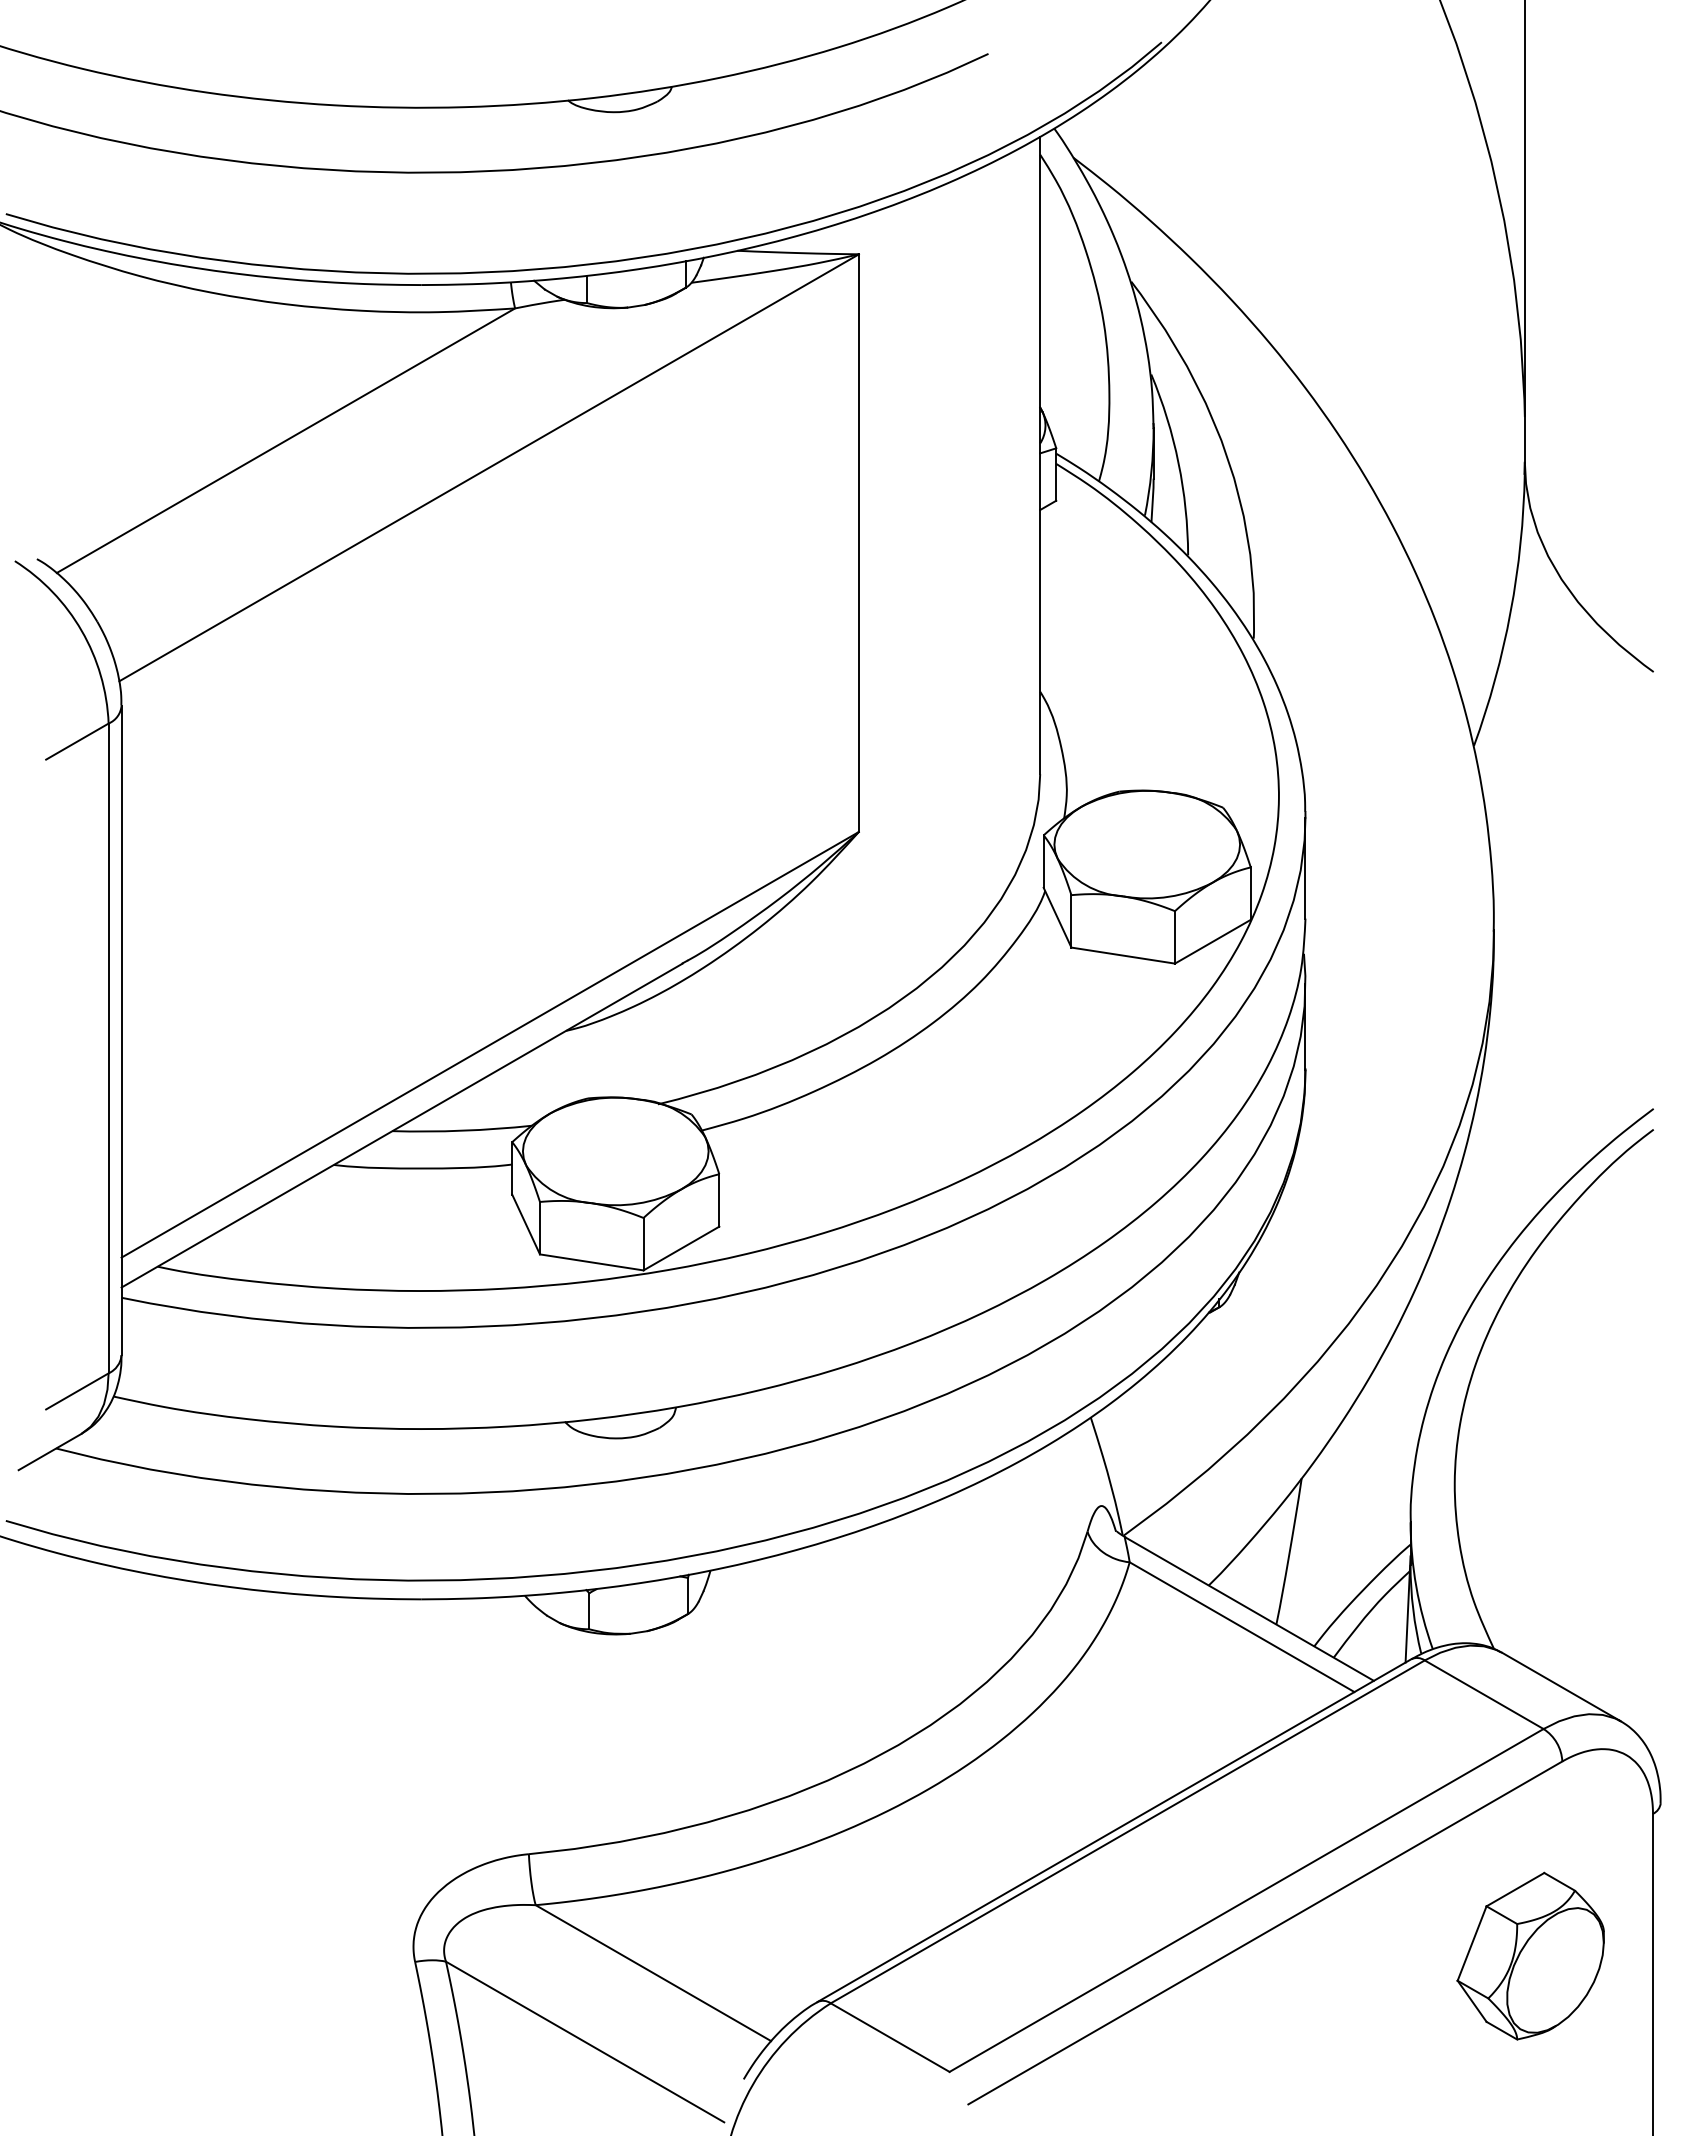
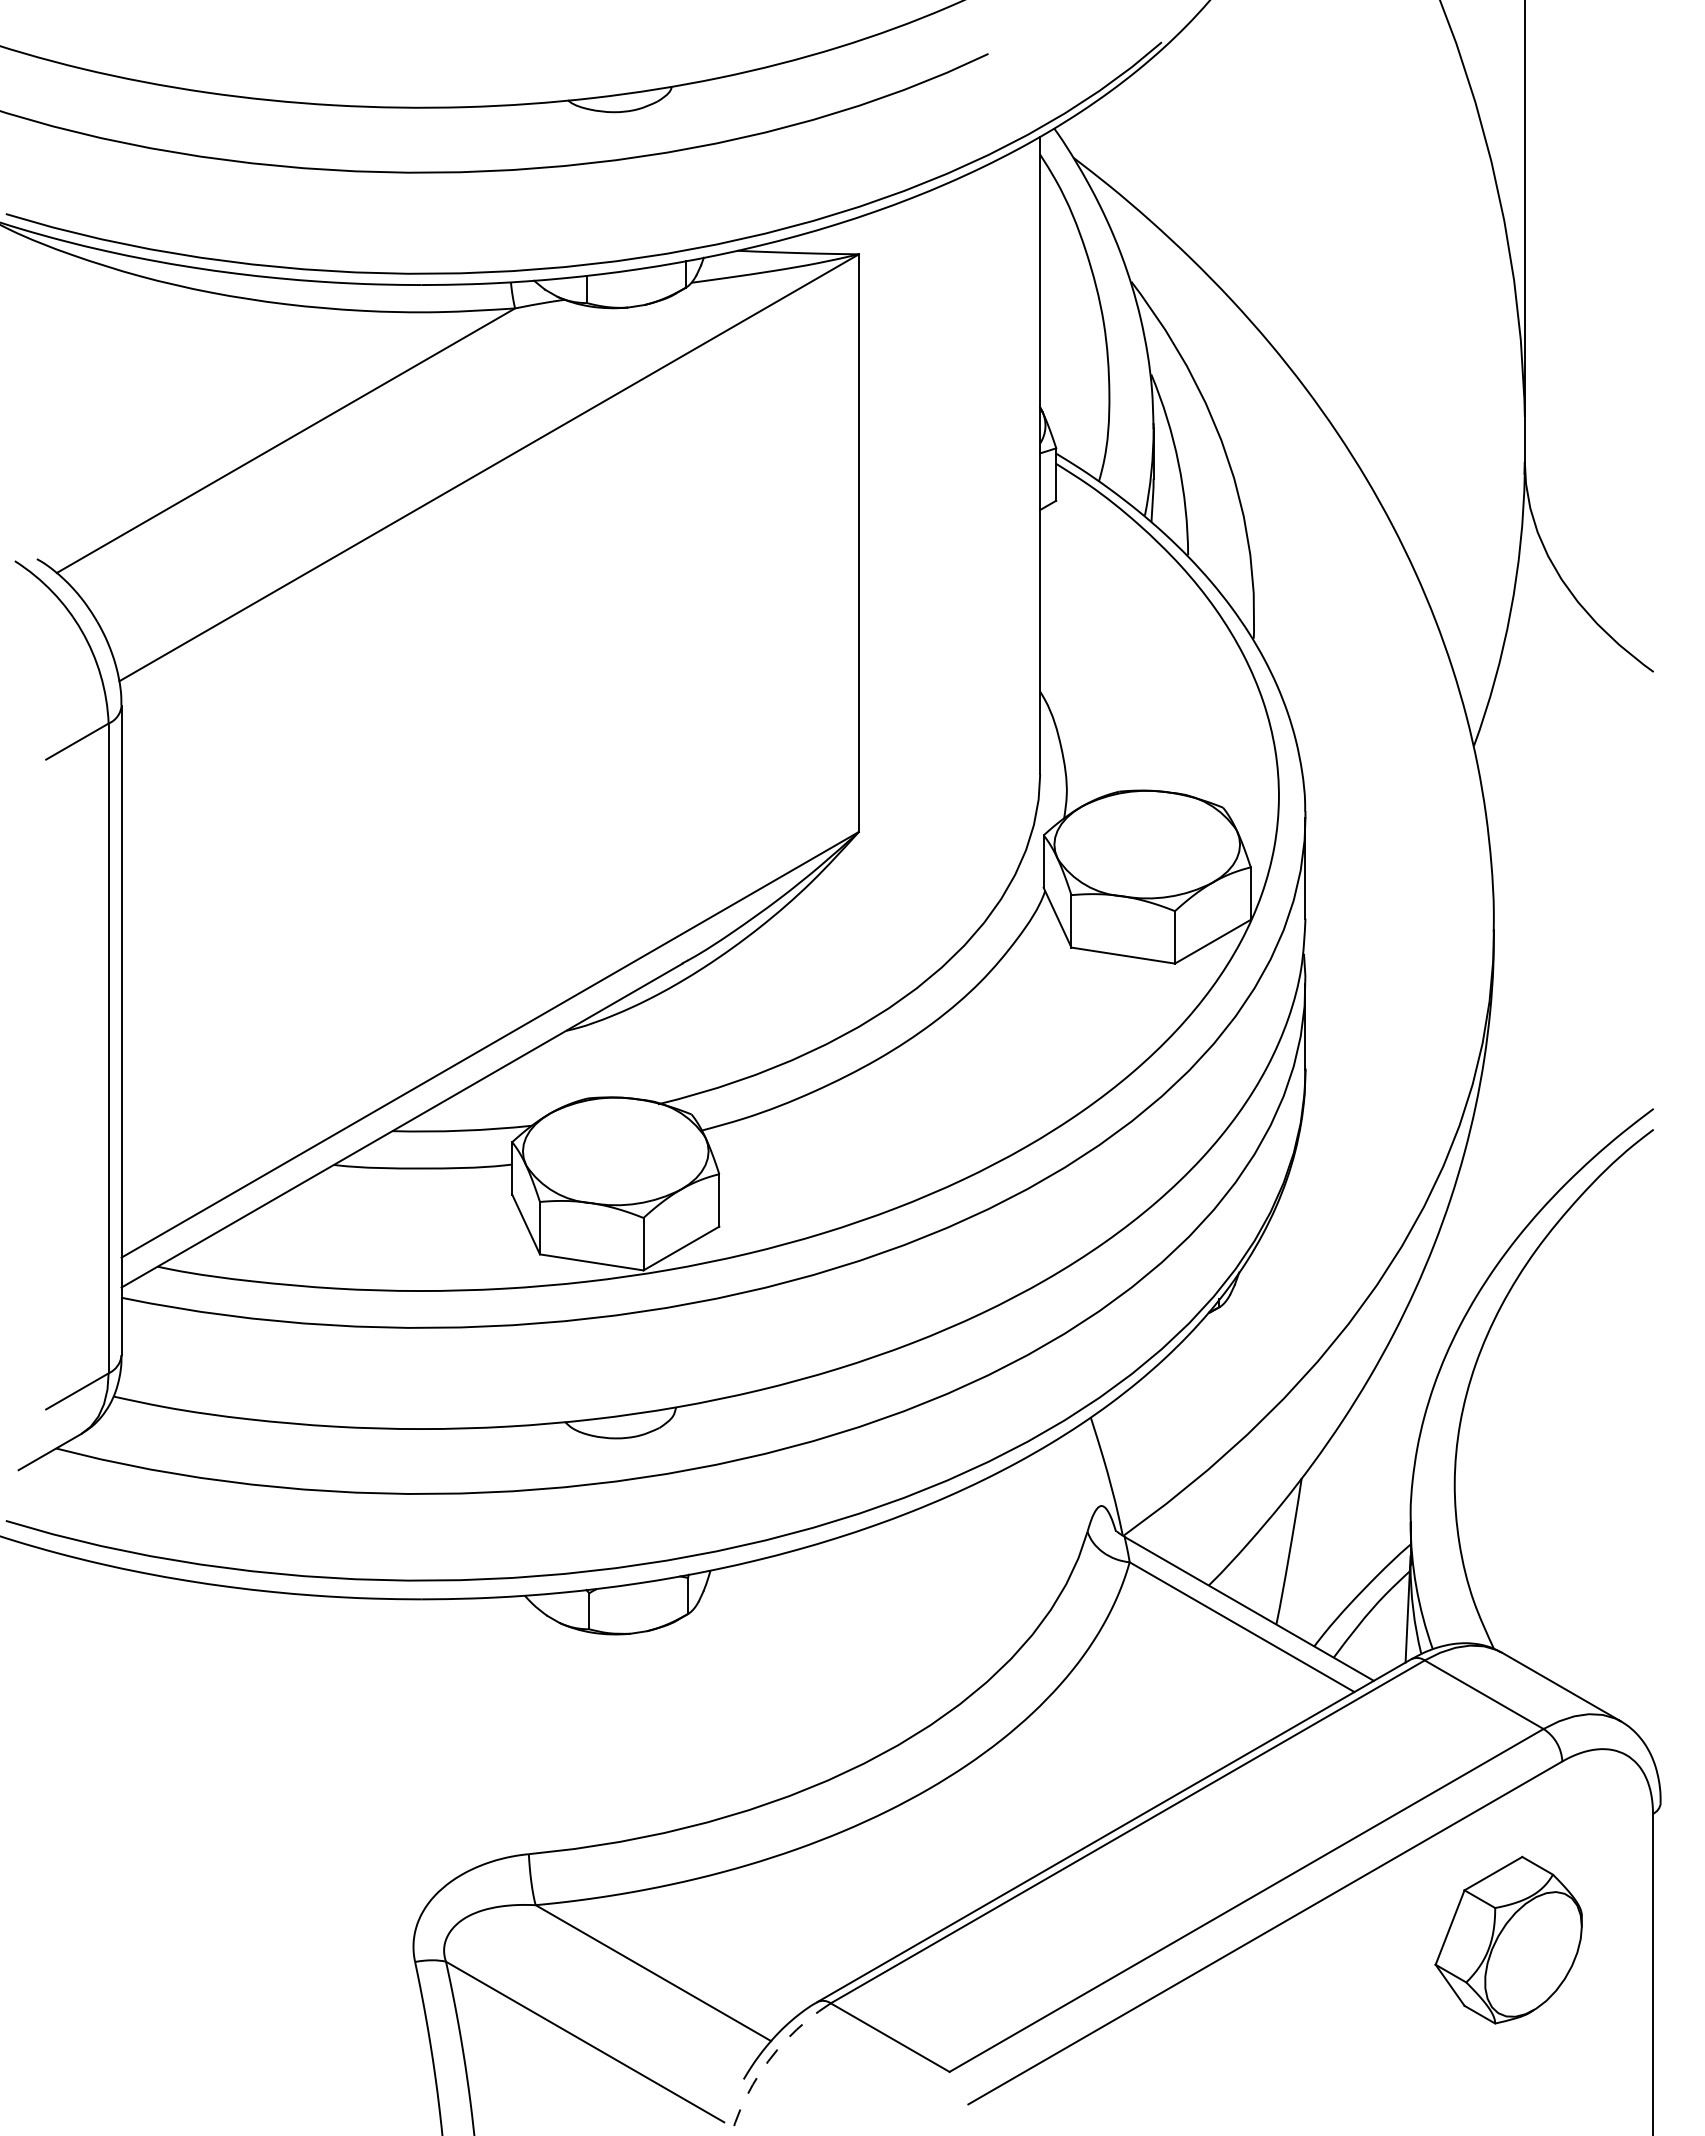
part at (1530, 1955) position: (1530, 1955) -> (1508, 1939)
arc at (768, 2061): solid -> dashed
